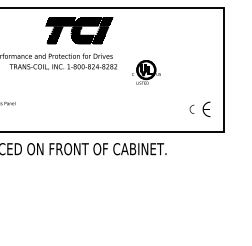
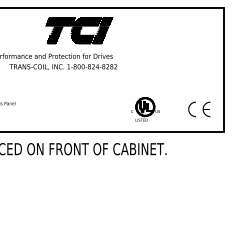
part at (146, 72) position: (146, 72) -> (145, 109)
part at (191, 108) size: 6x10 px -> 8x17 px
